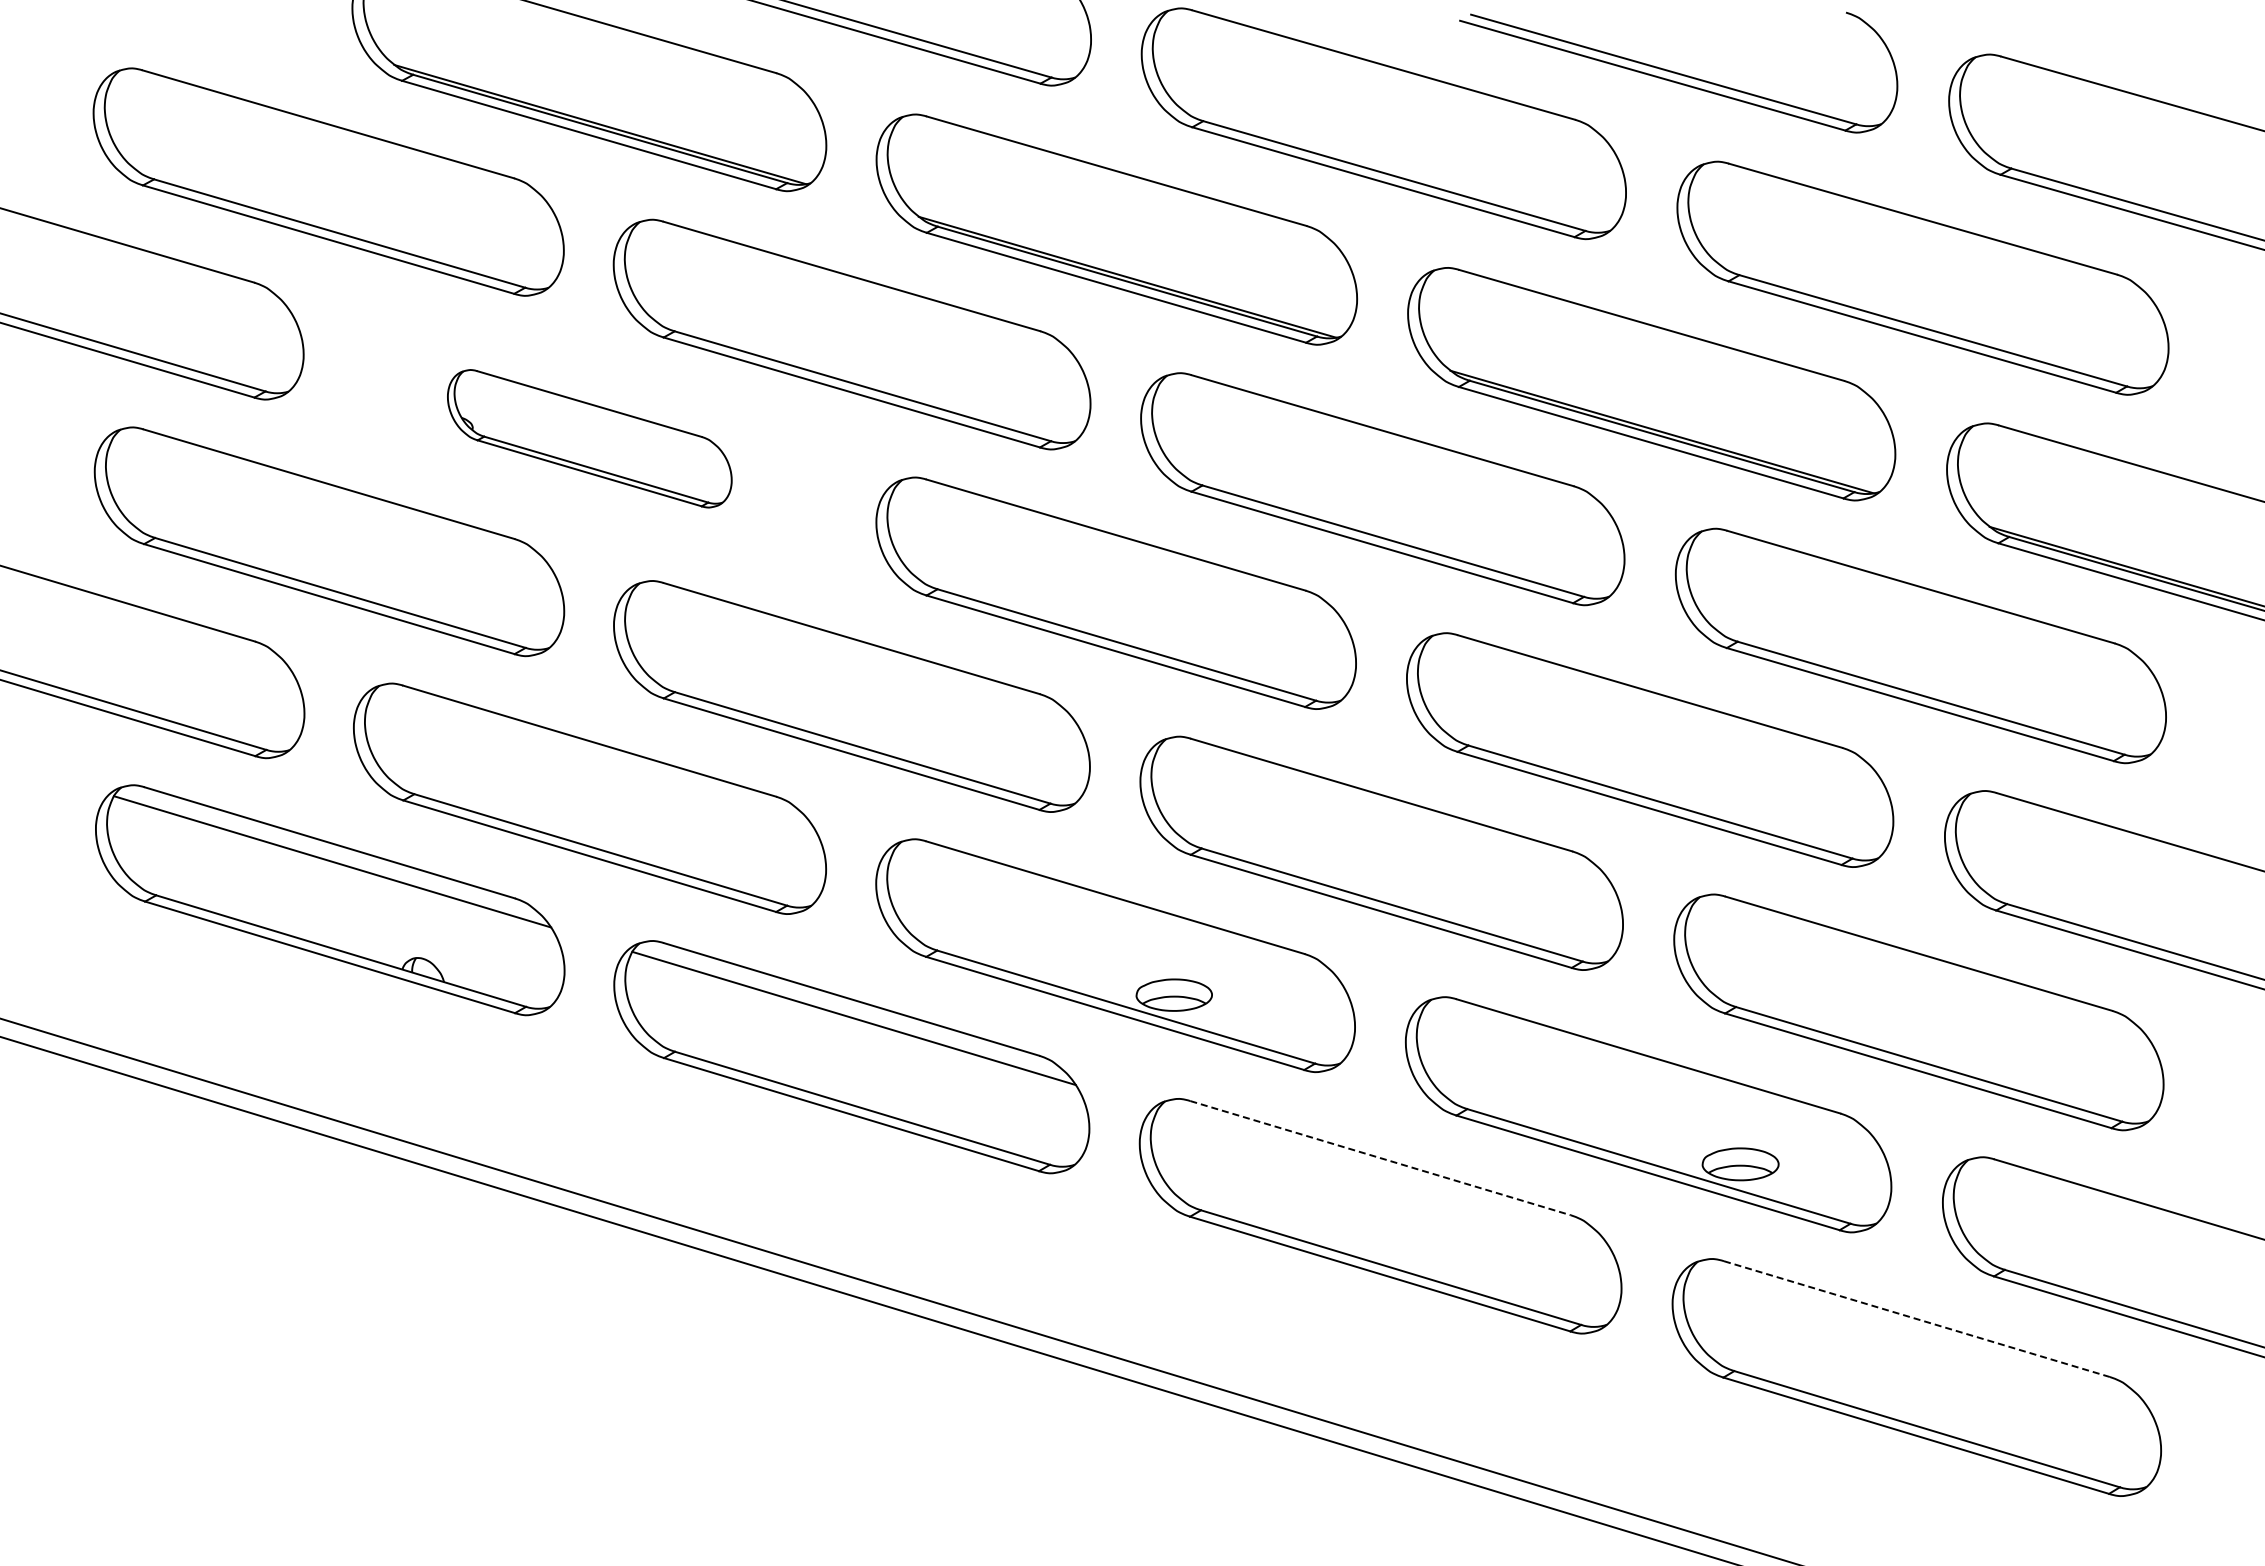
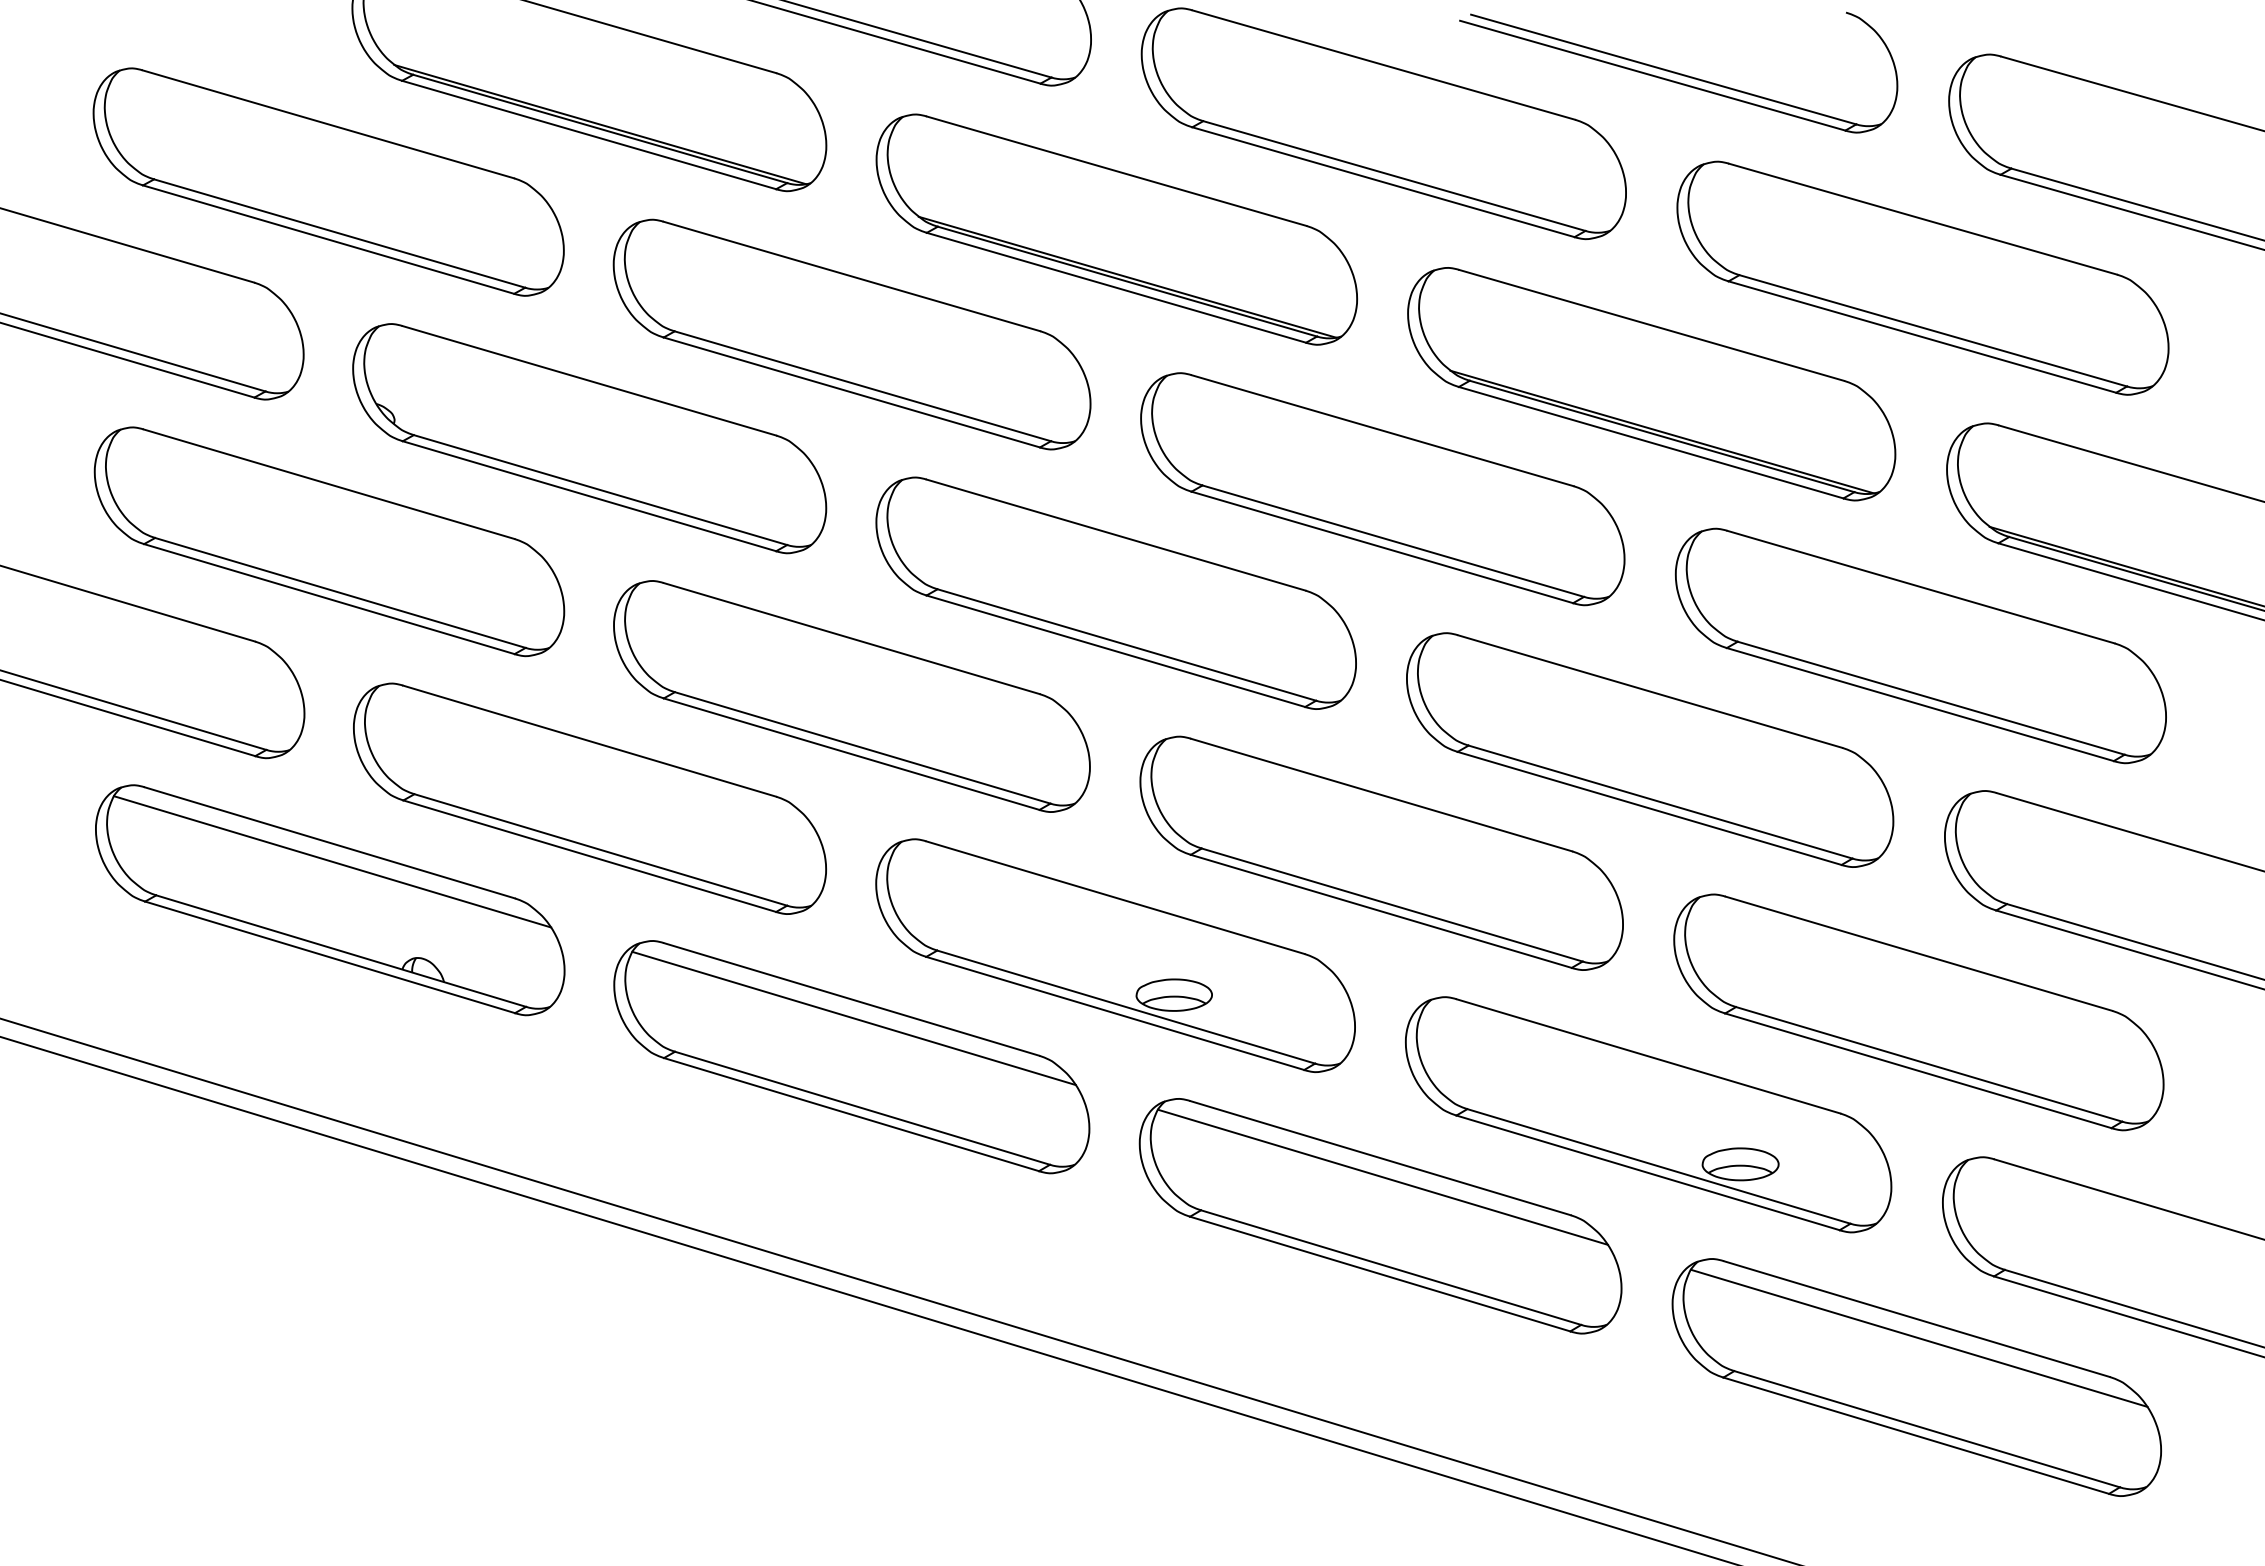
part at (589, 438) size: 286x140 px -> 476x232 px
line at (1380, 1158): dashed -> solid
line at (1382, 1176): none -> present
line at (1917, 1319): dashed -> solid
line at (1918, 1337): none -> present
